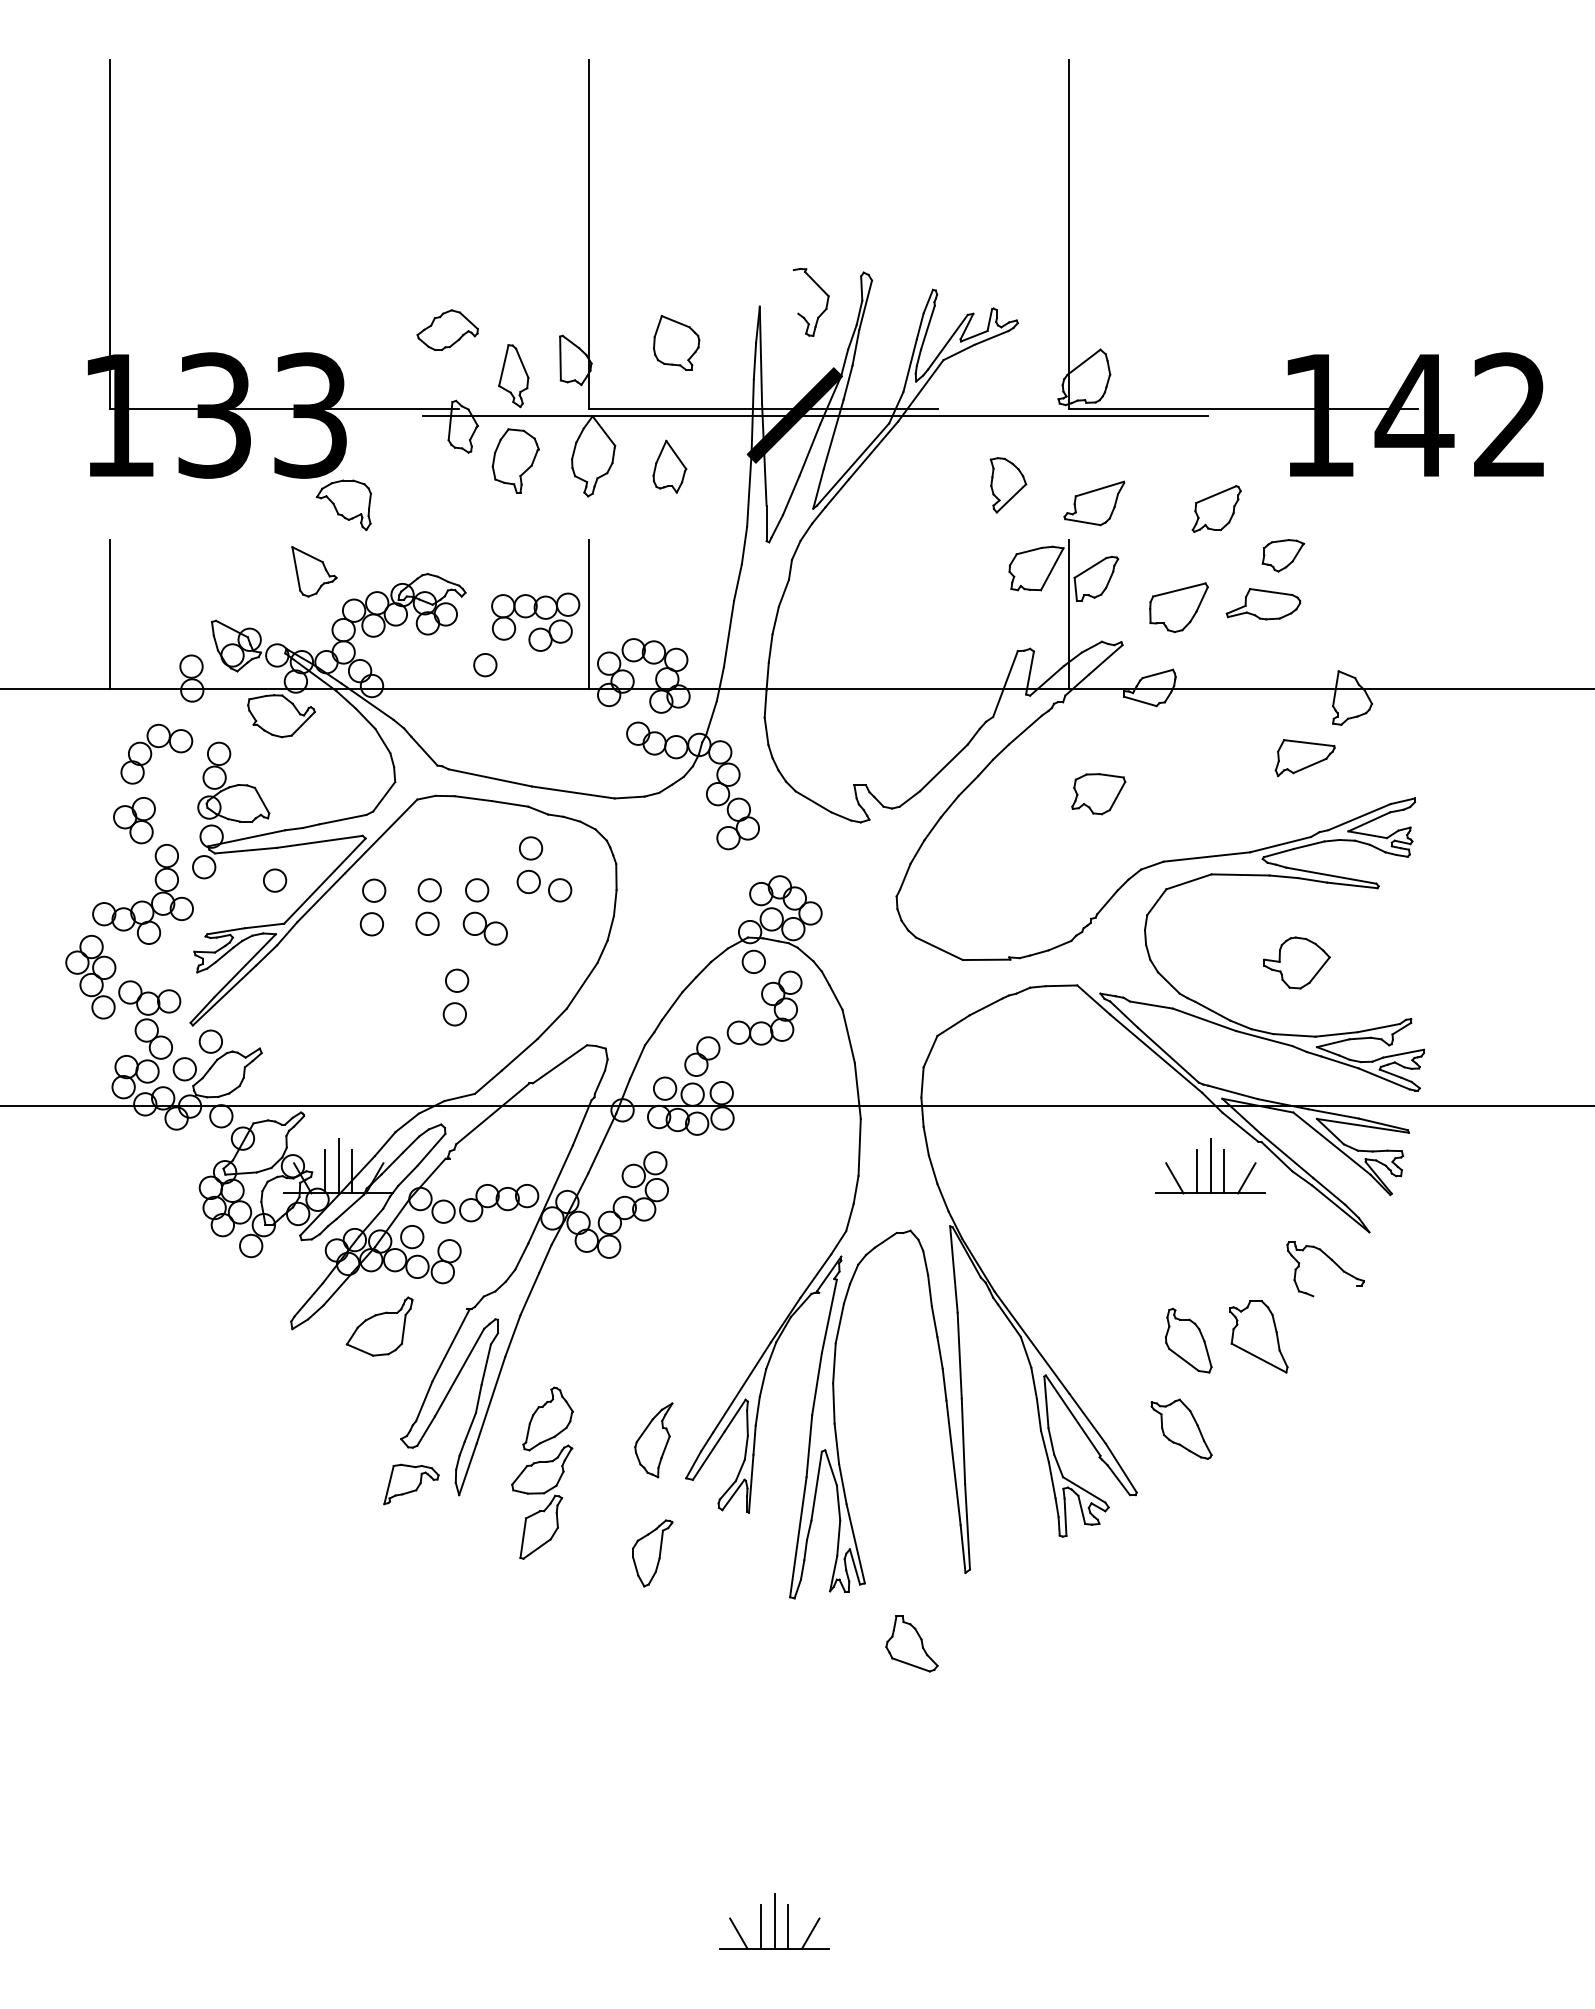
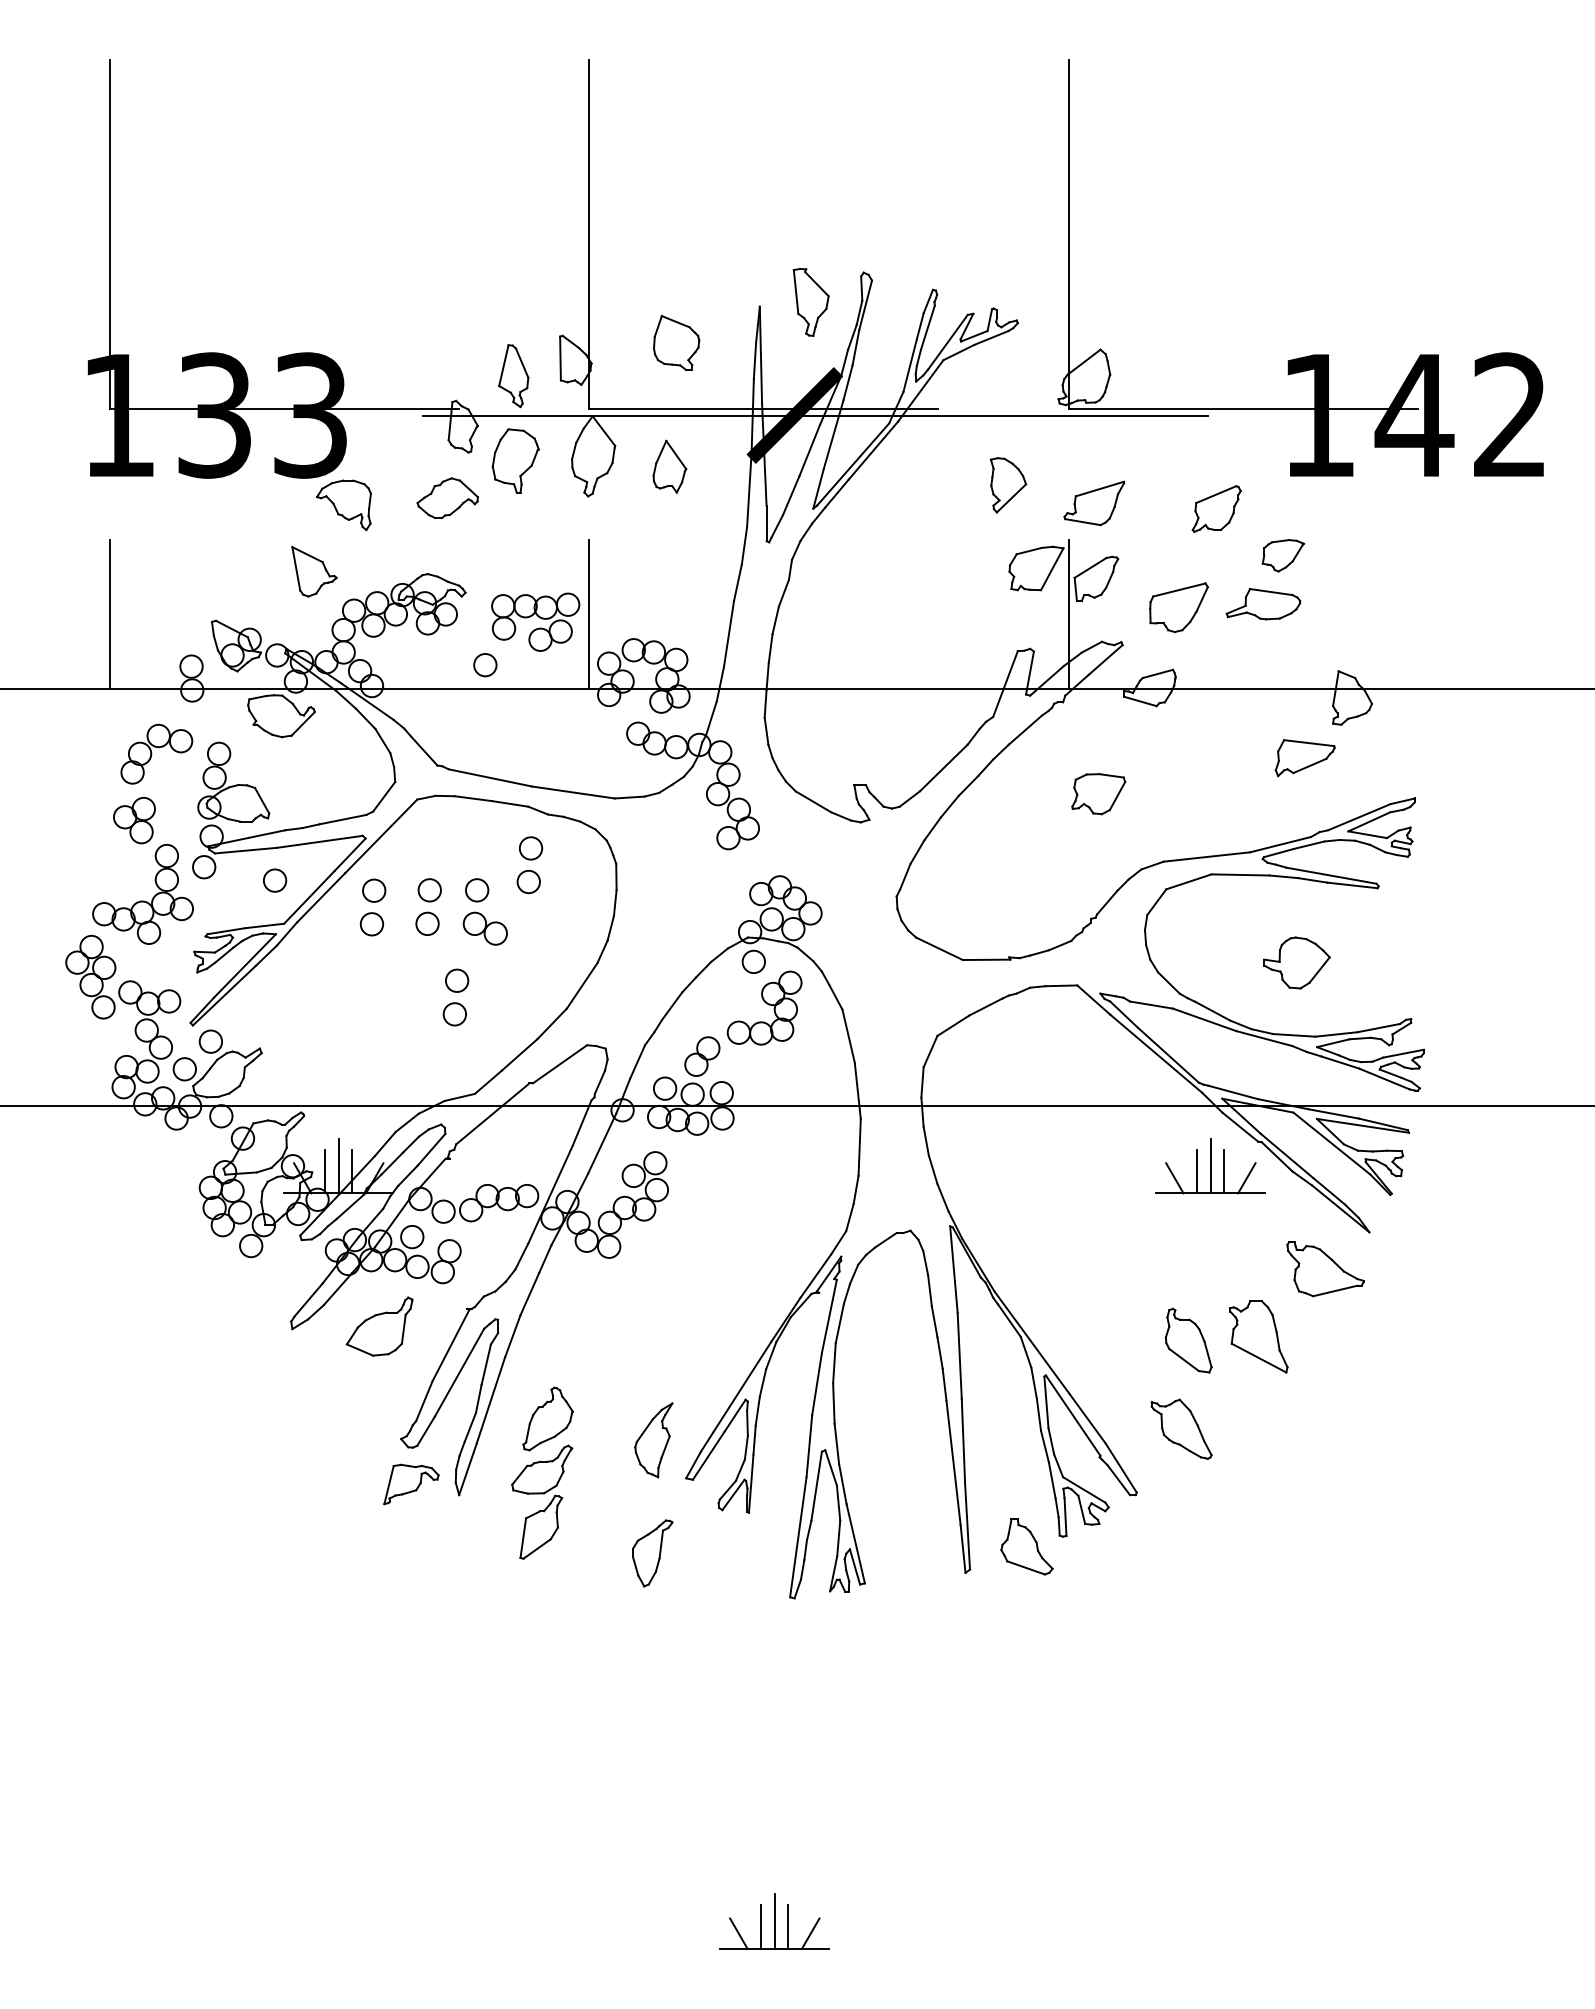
line at (795, 291): none -> present
part at (447, 329) position: (447, 329) -> (447, 497)
circle at (560, 890): present -> none
line at (1335, 1290): none -> present
part at (911, 1643) position: (911, 1643) -> (1026, 1546)
